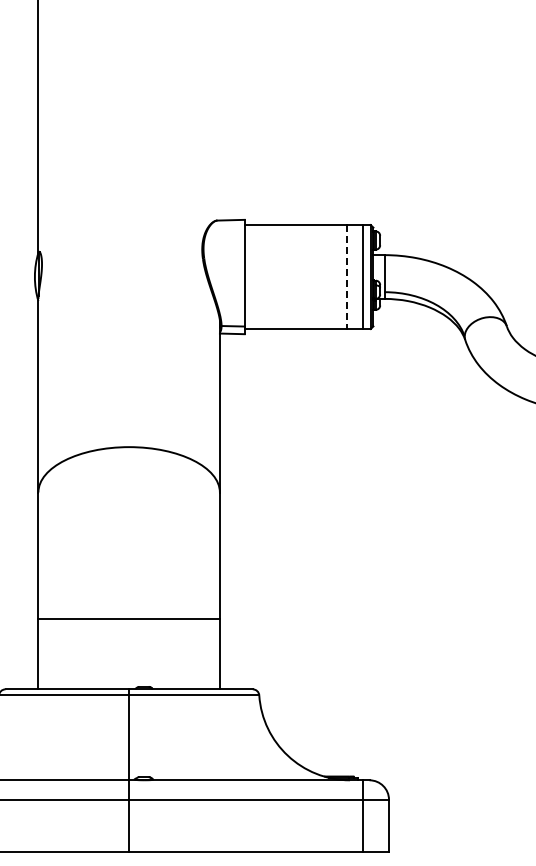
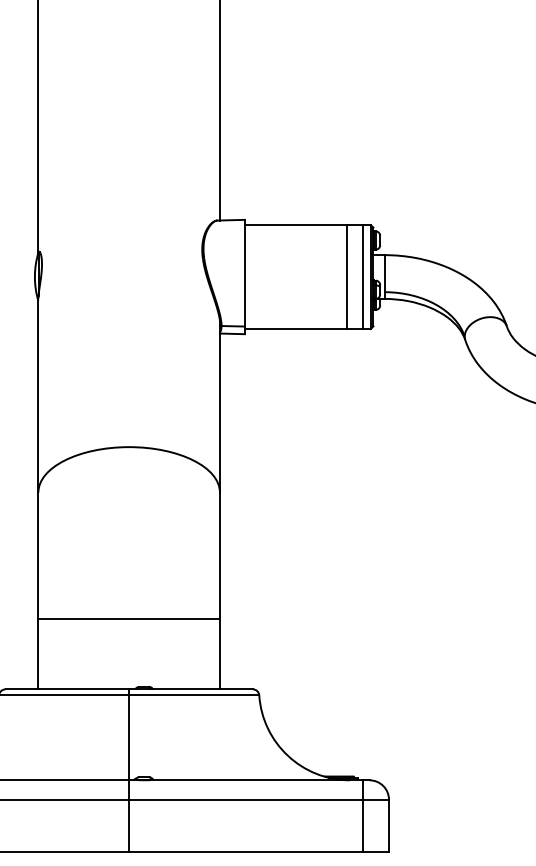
line at (219, 111): none -> present
line at (347, 277): dashed -> solid
